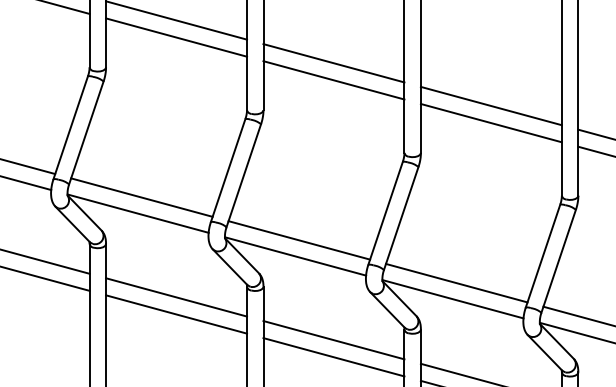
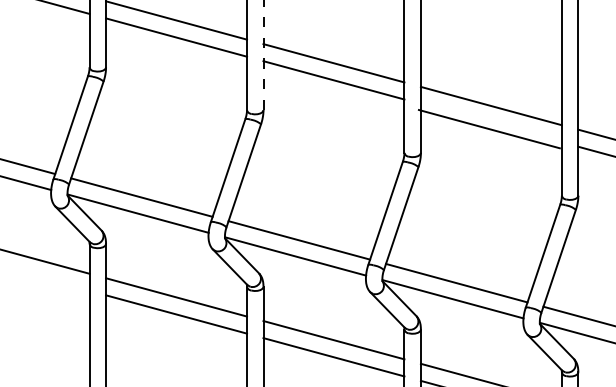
line at (263, 55): solid -> dashed
line at (490, 122) position: (490, 122) -> (488, 128)
line at (45, 278): present -> none
